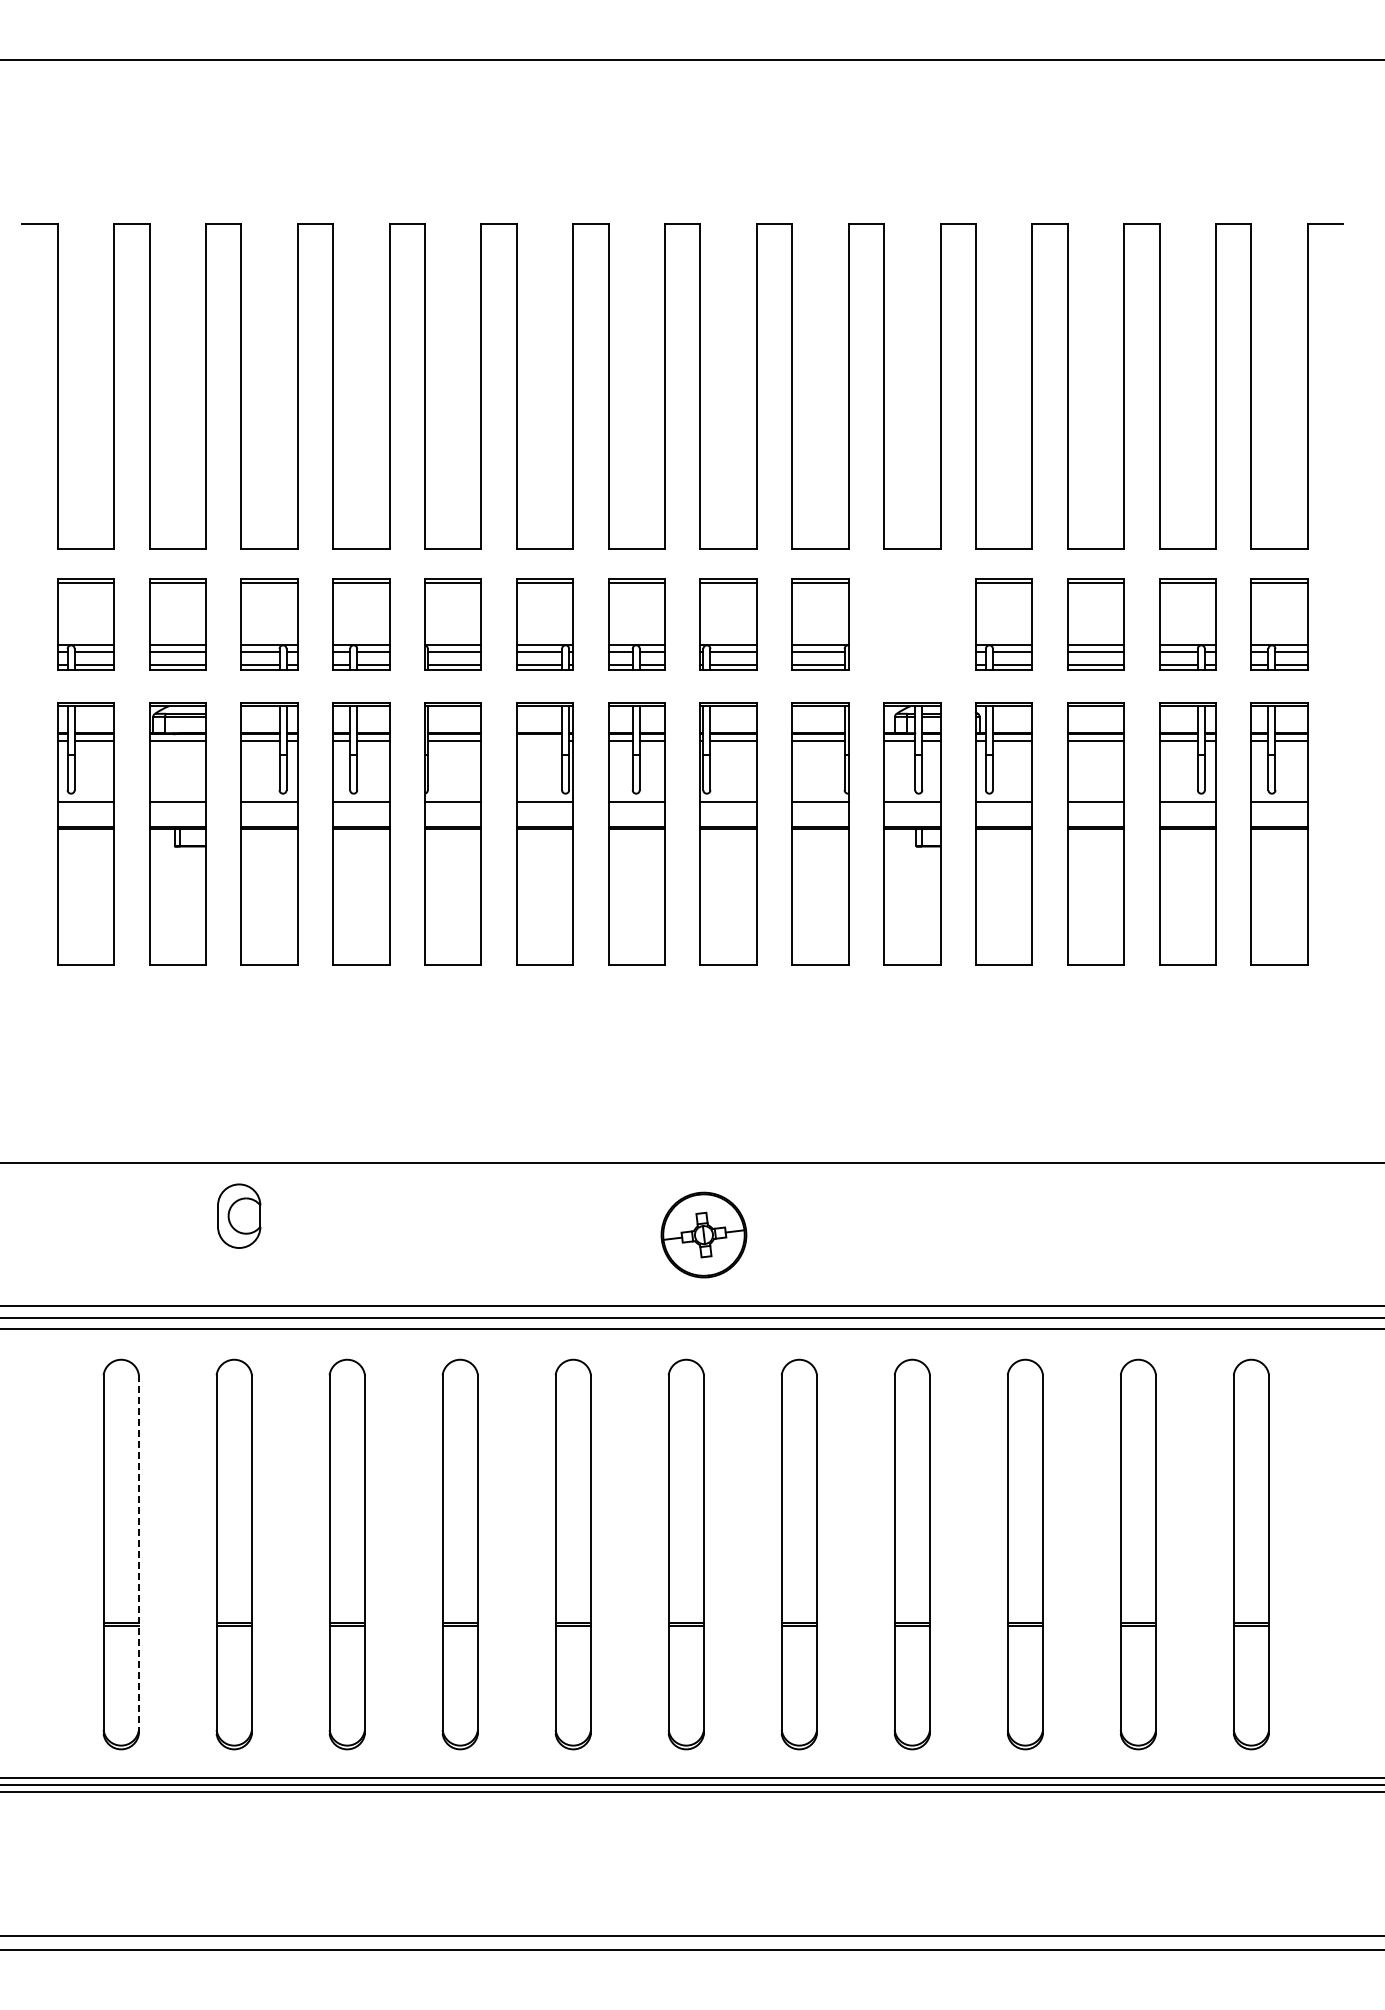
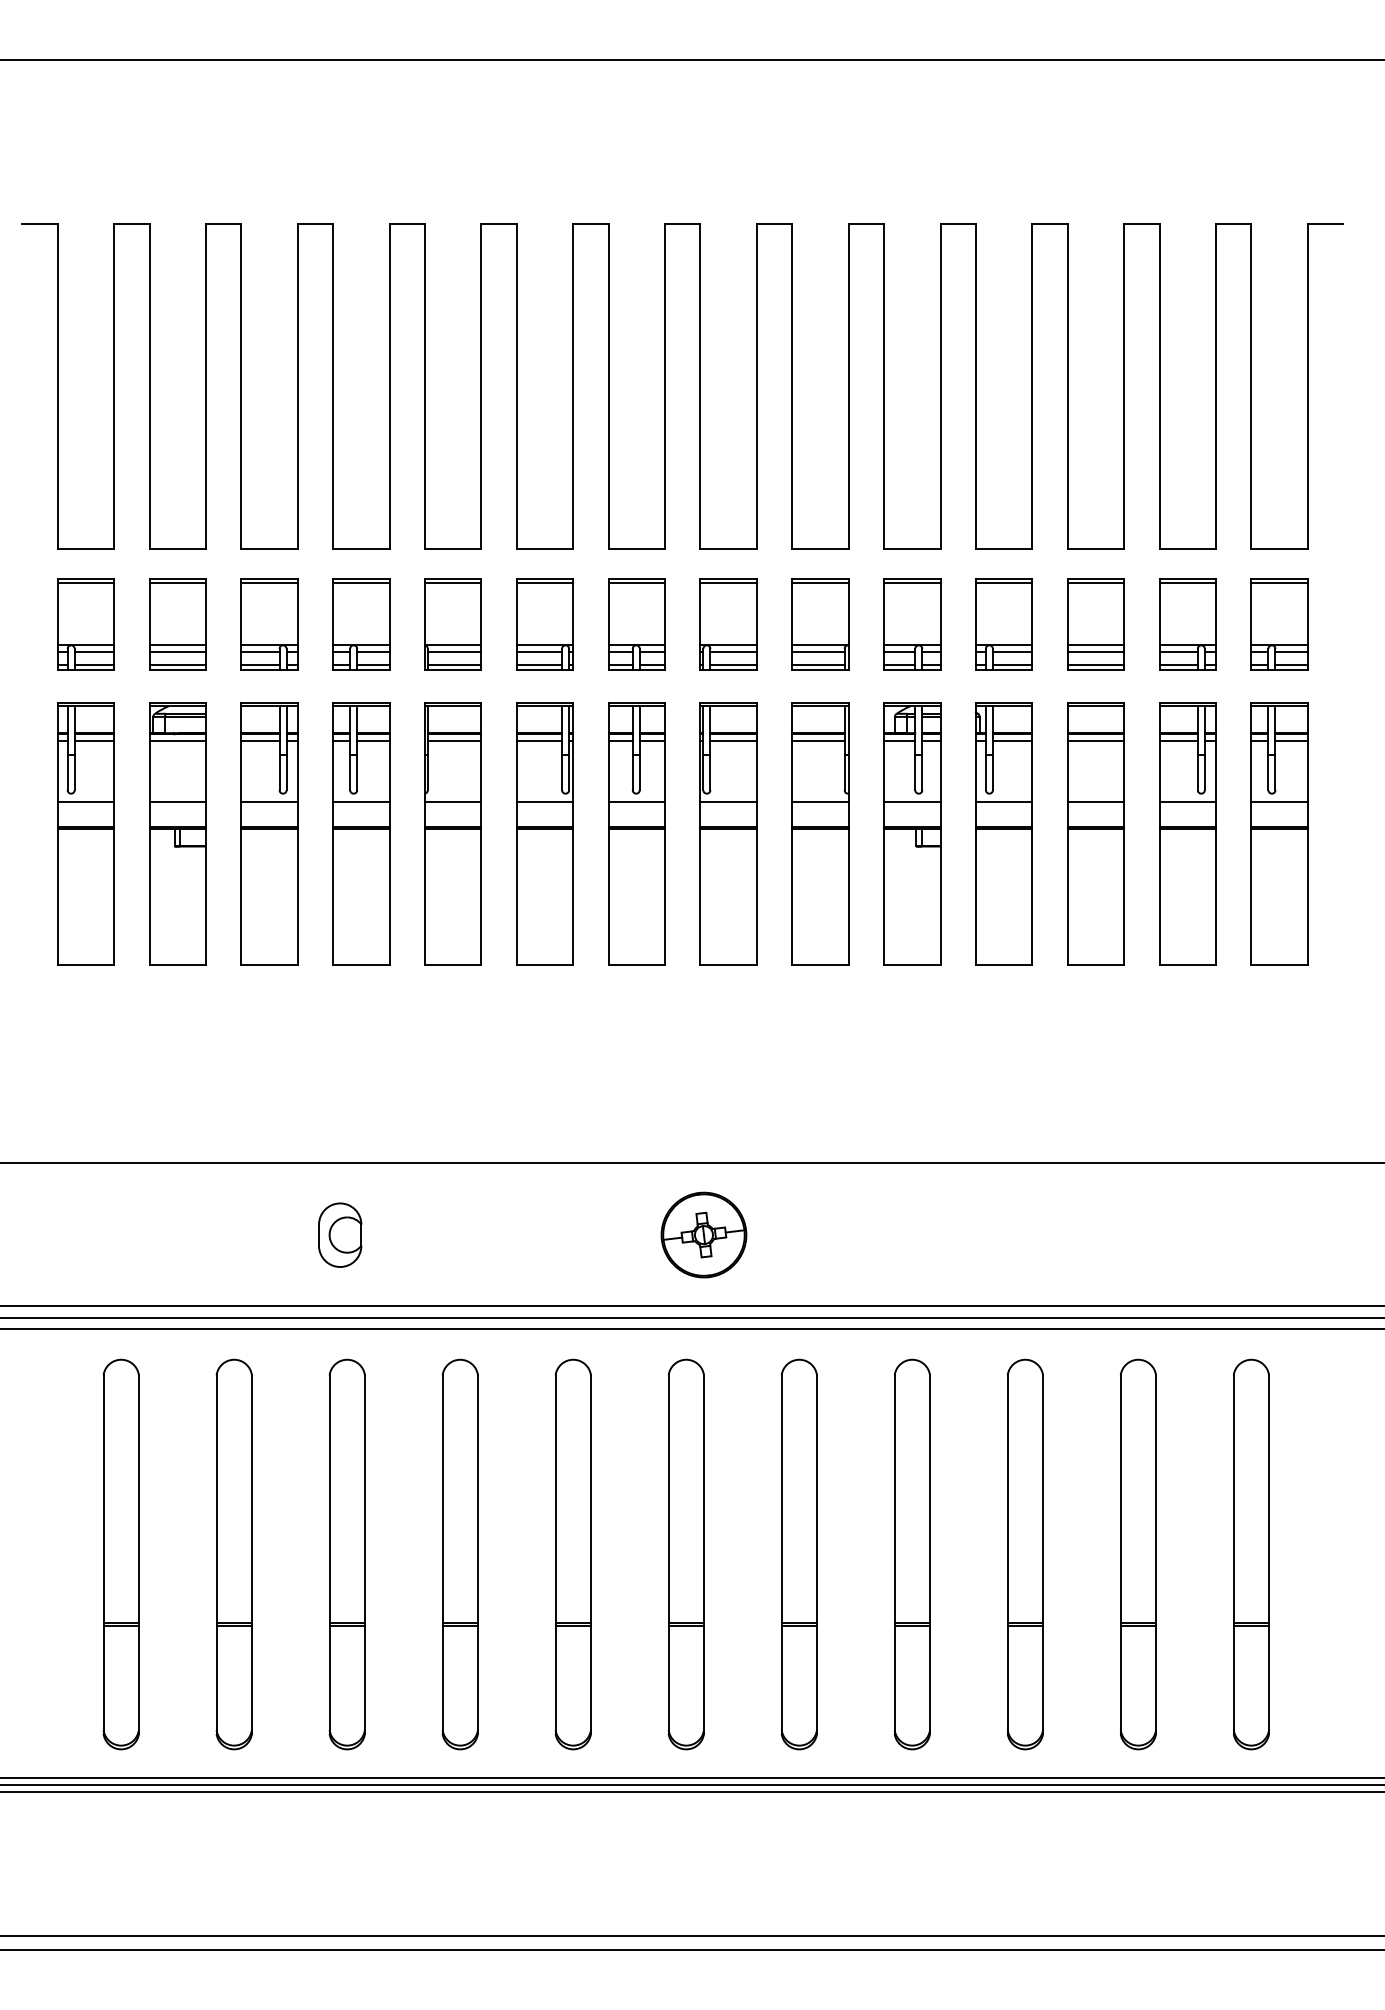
part at (912, 624): none -> present
line at (539, 741): none -> present
part at (239, 1215) position: (239, 1215) -> (340, 1234)
line at (138, 1554): dashed -> solid
